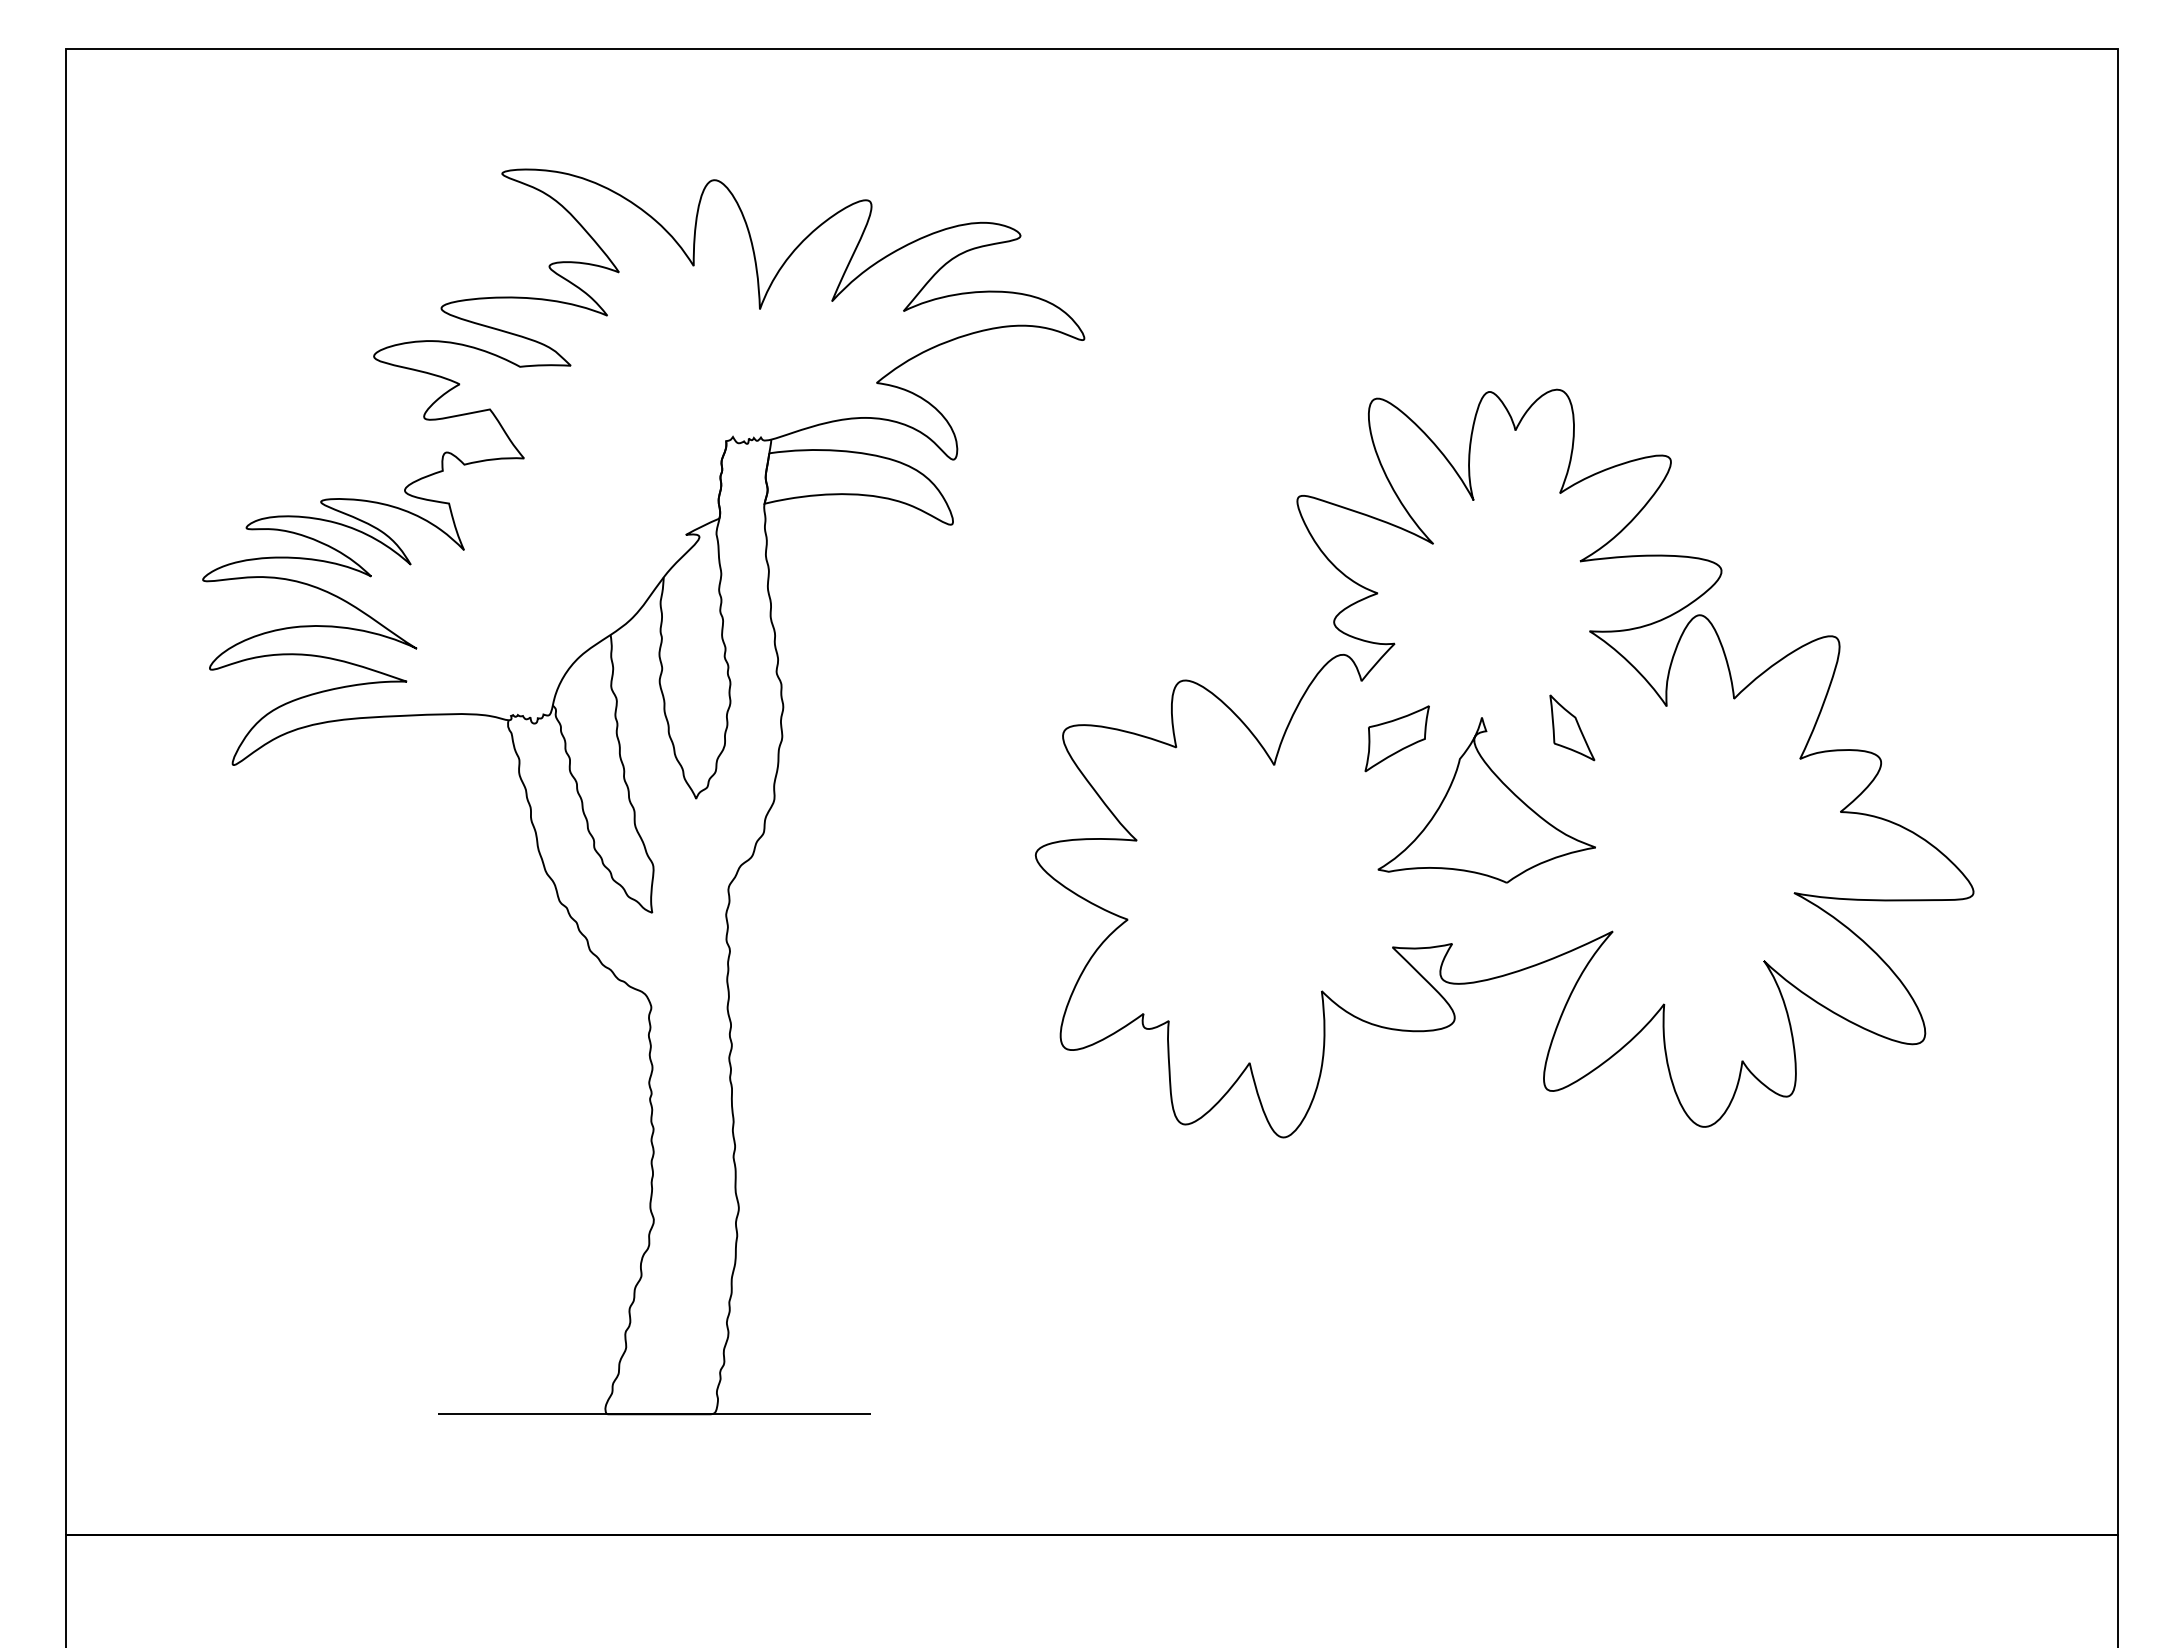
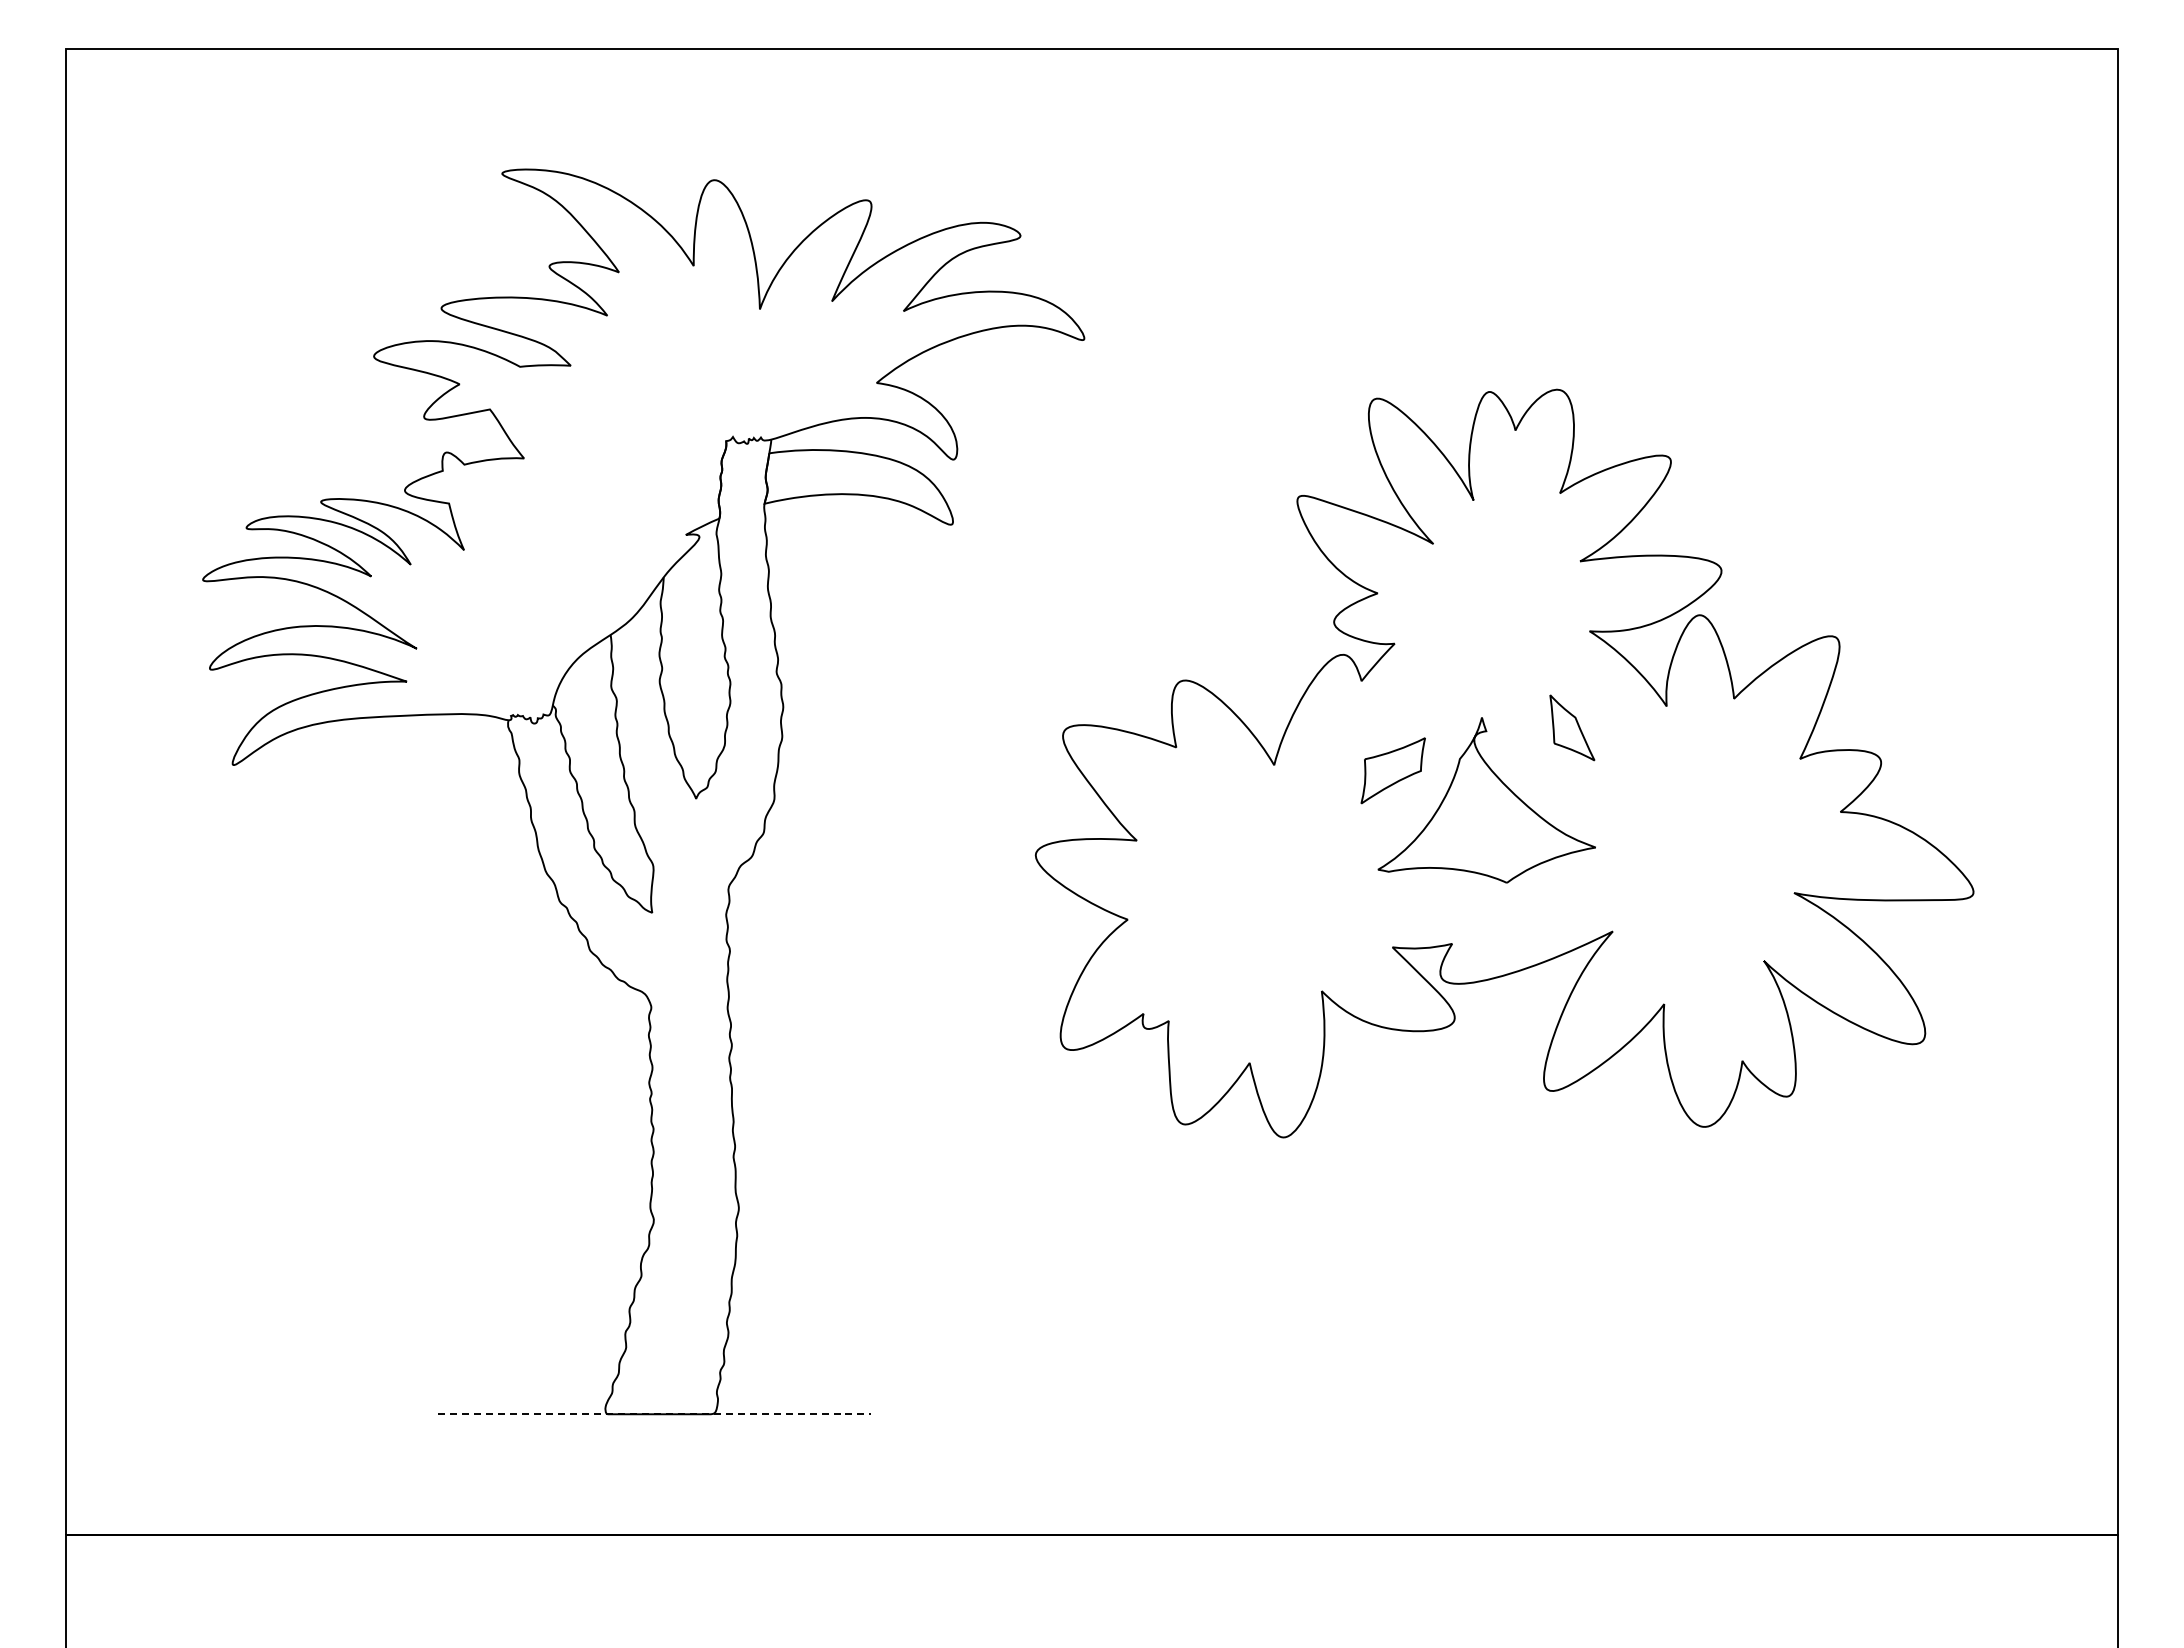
part at (1396, 738) position: (1396, 738) -> (1392, 770)
line at (655, 1414): solid -> dashed
